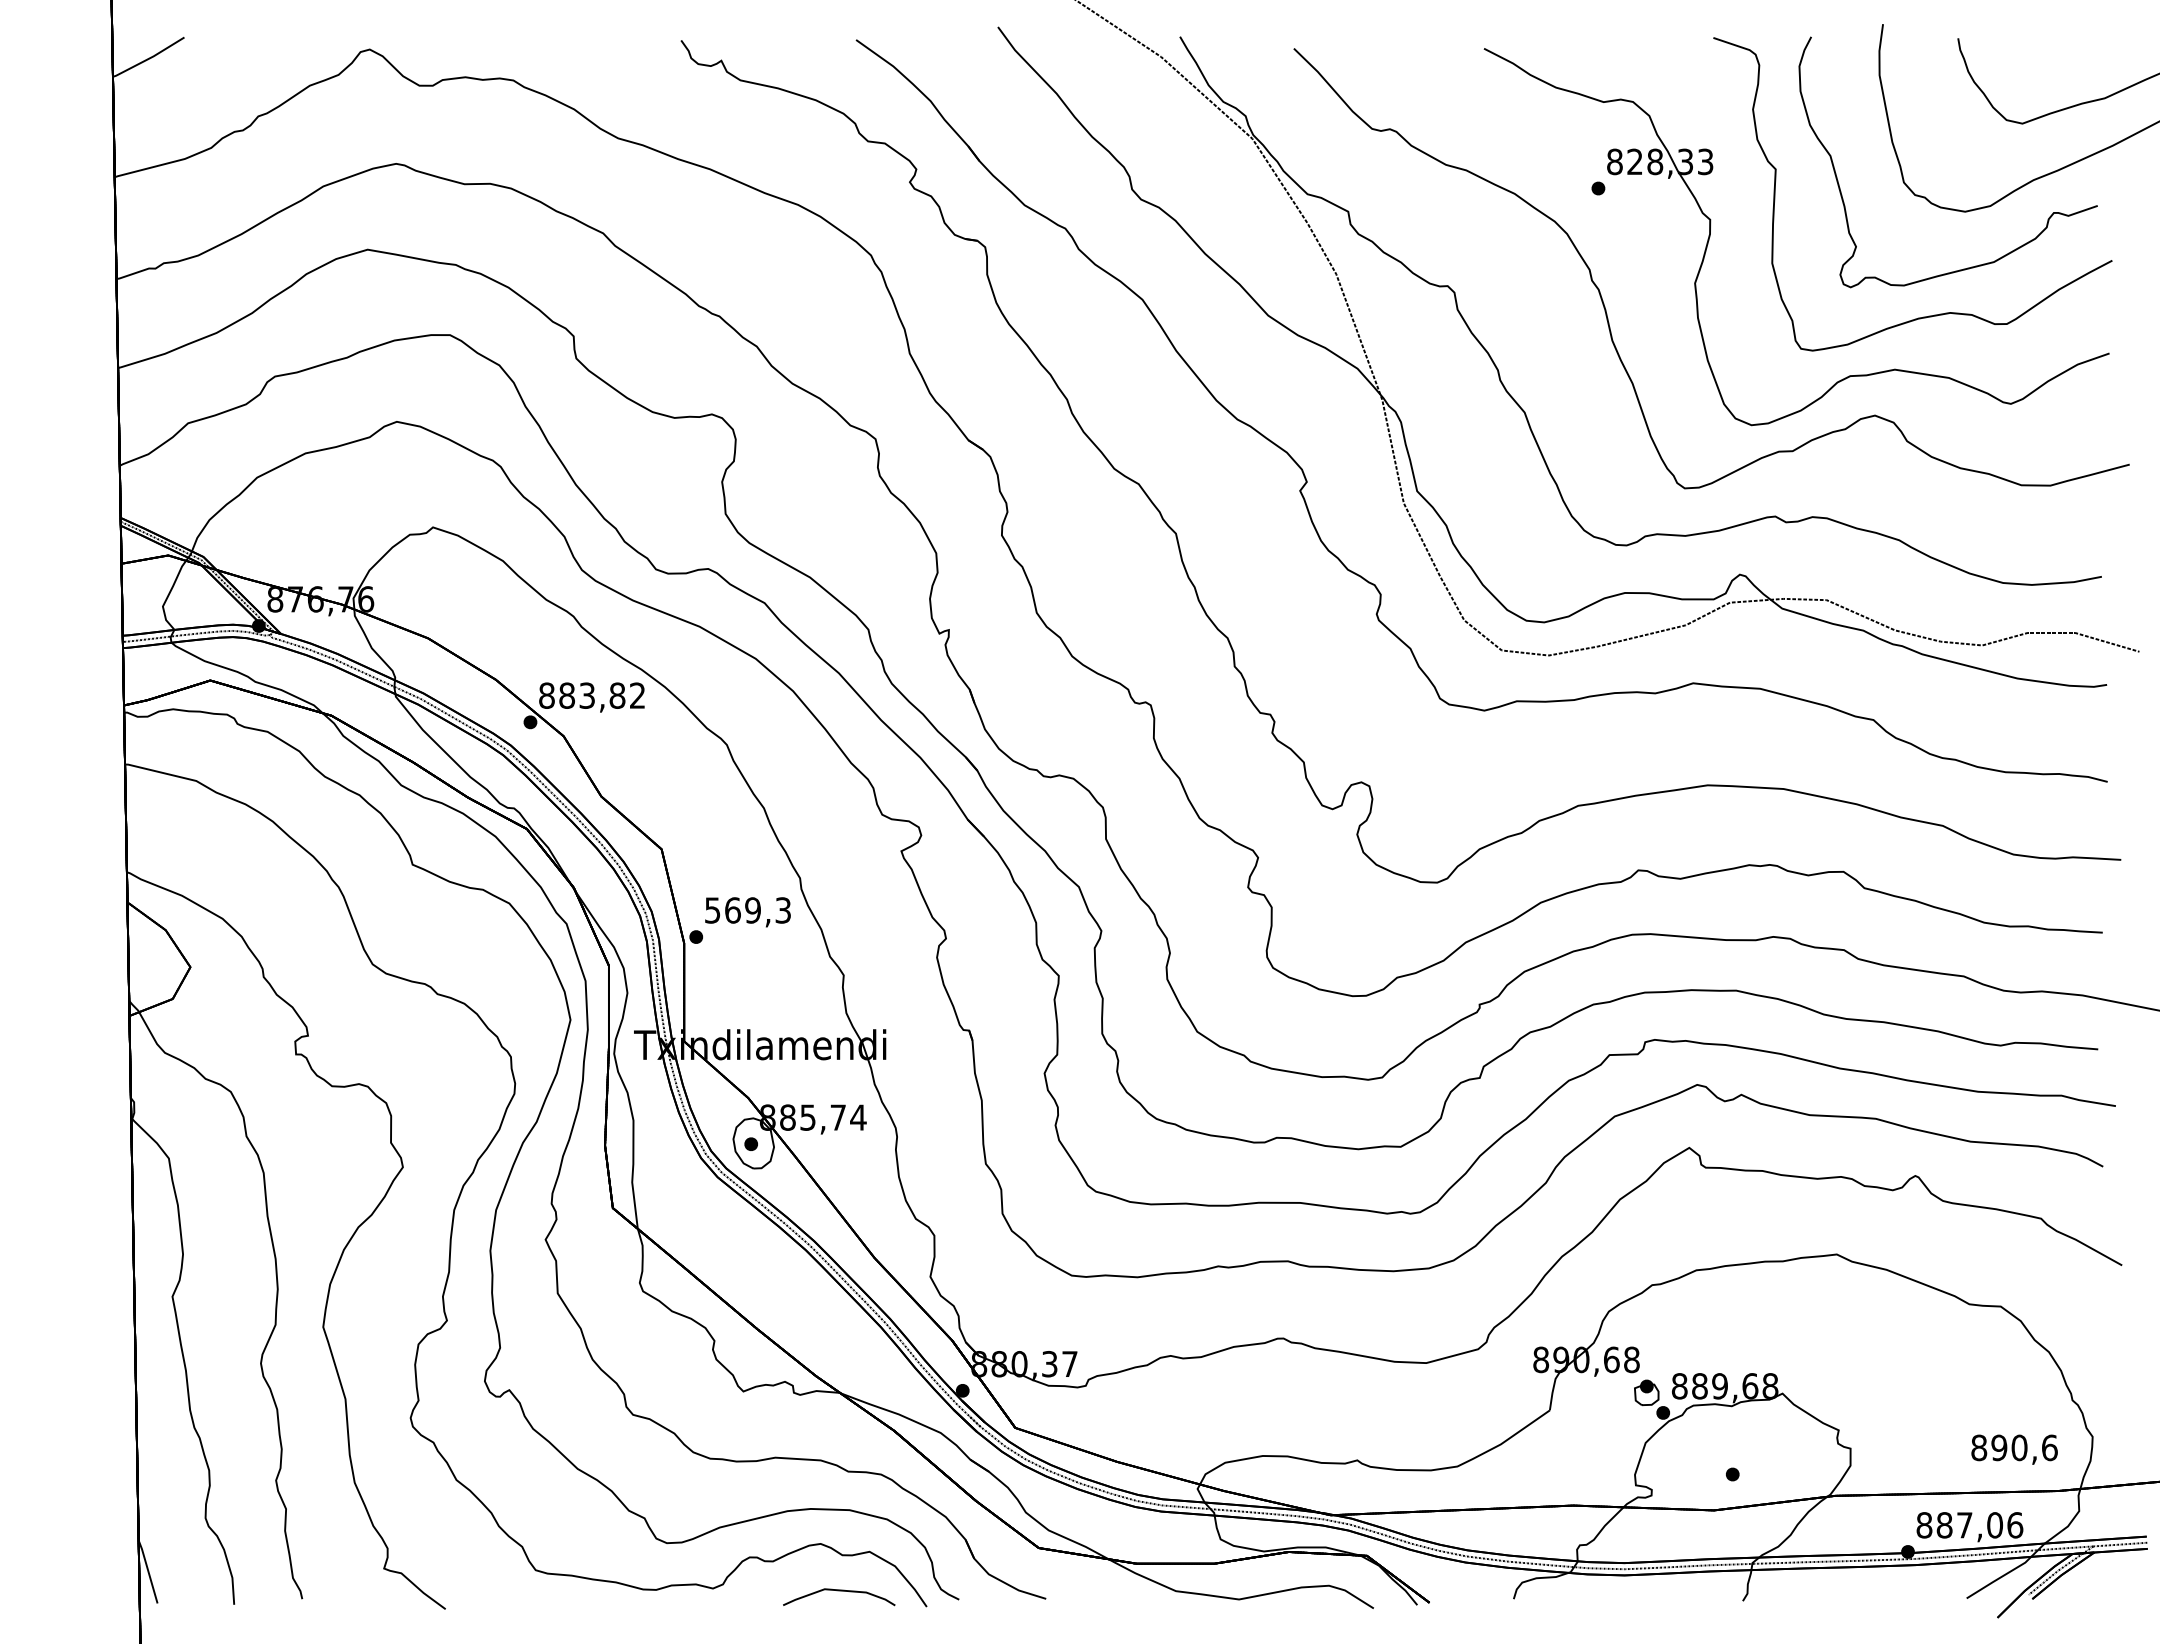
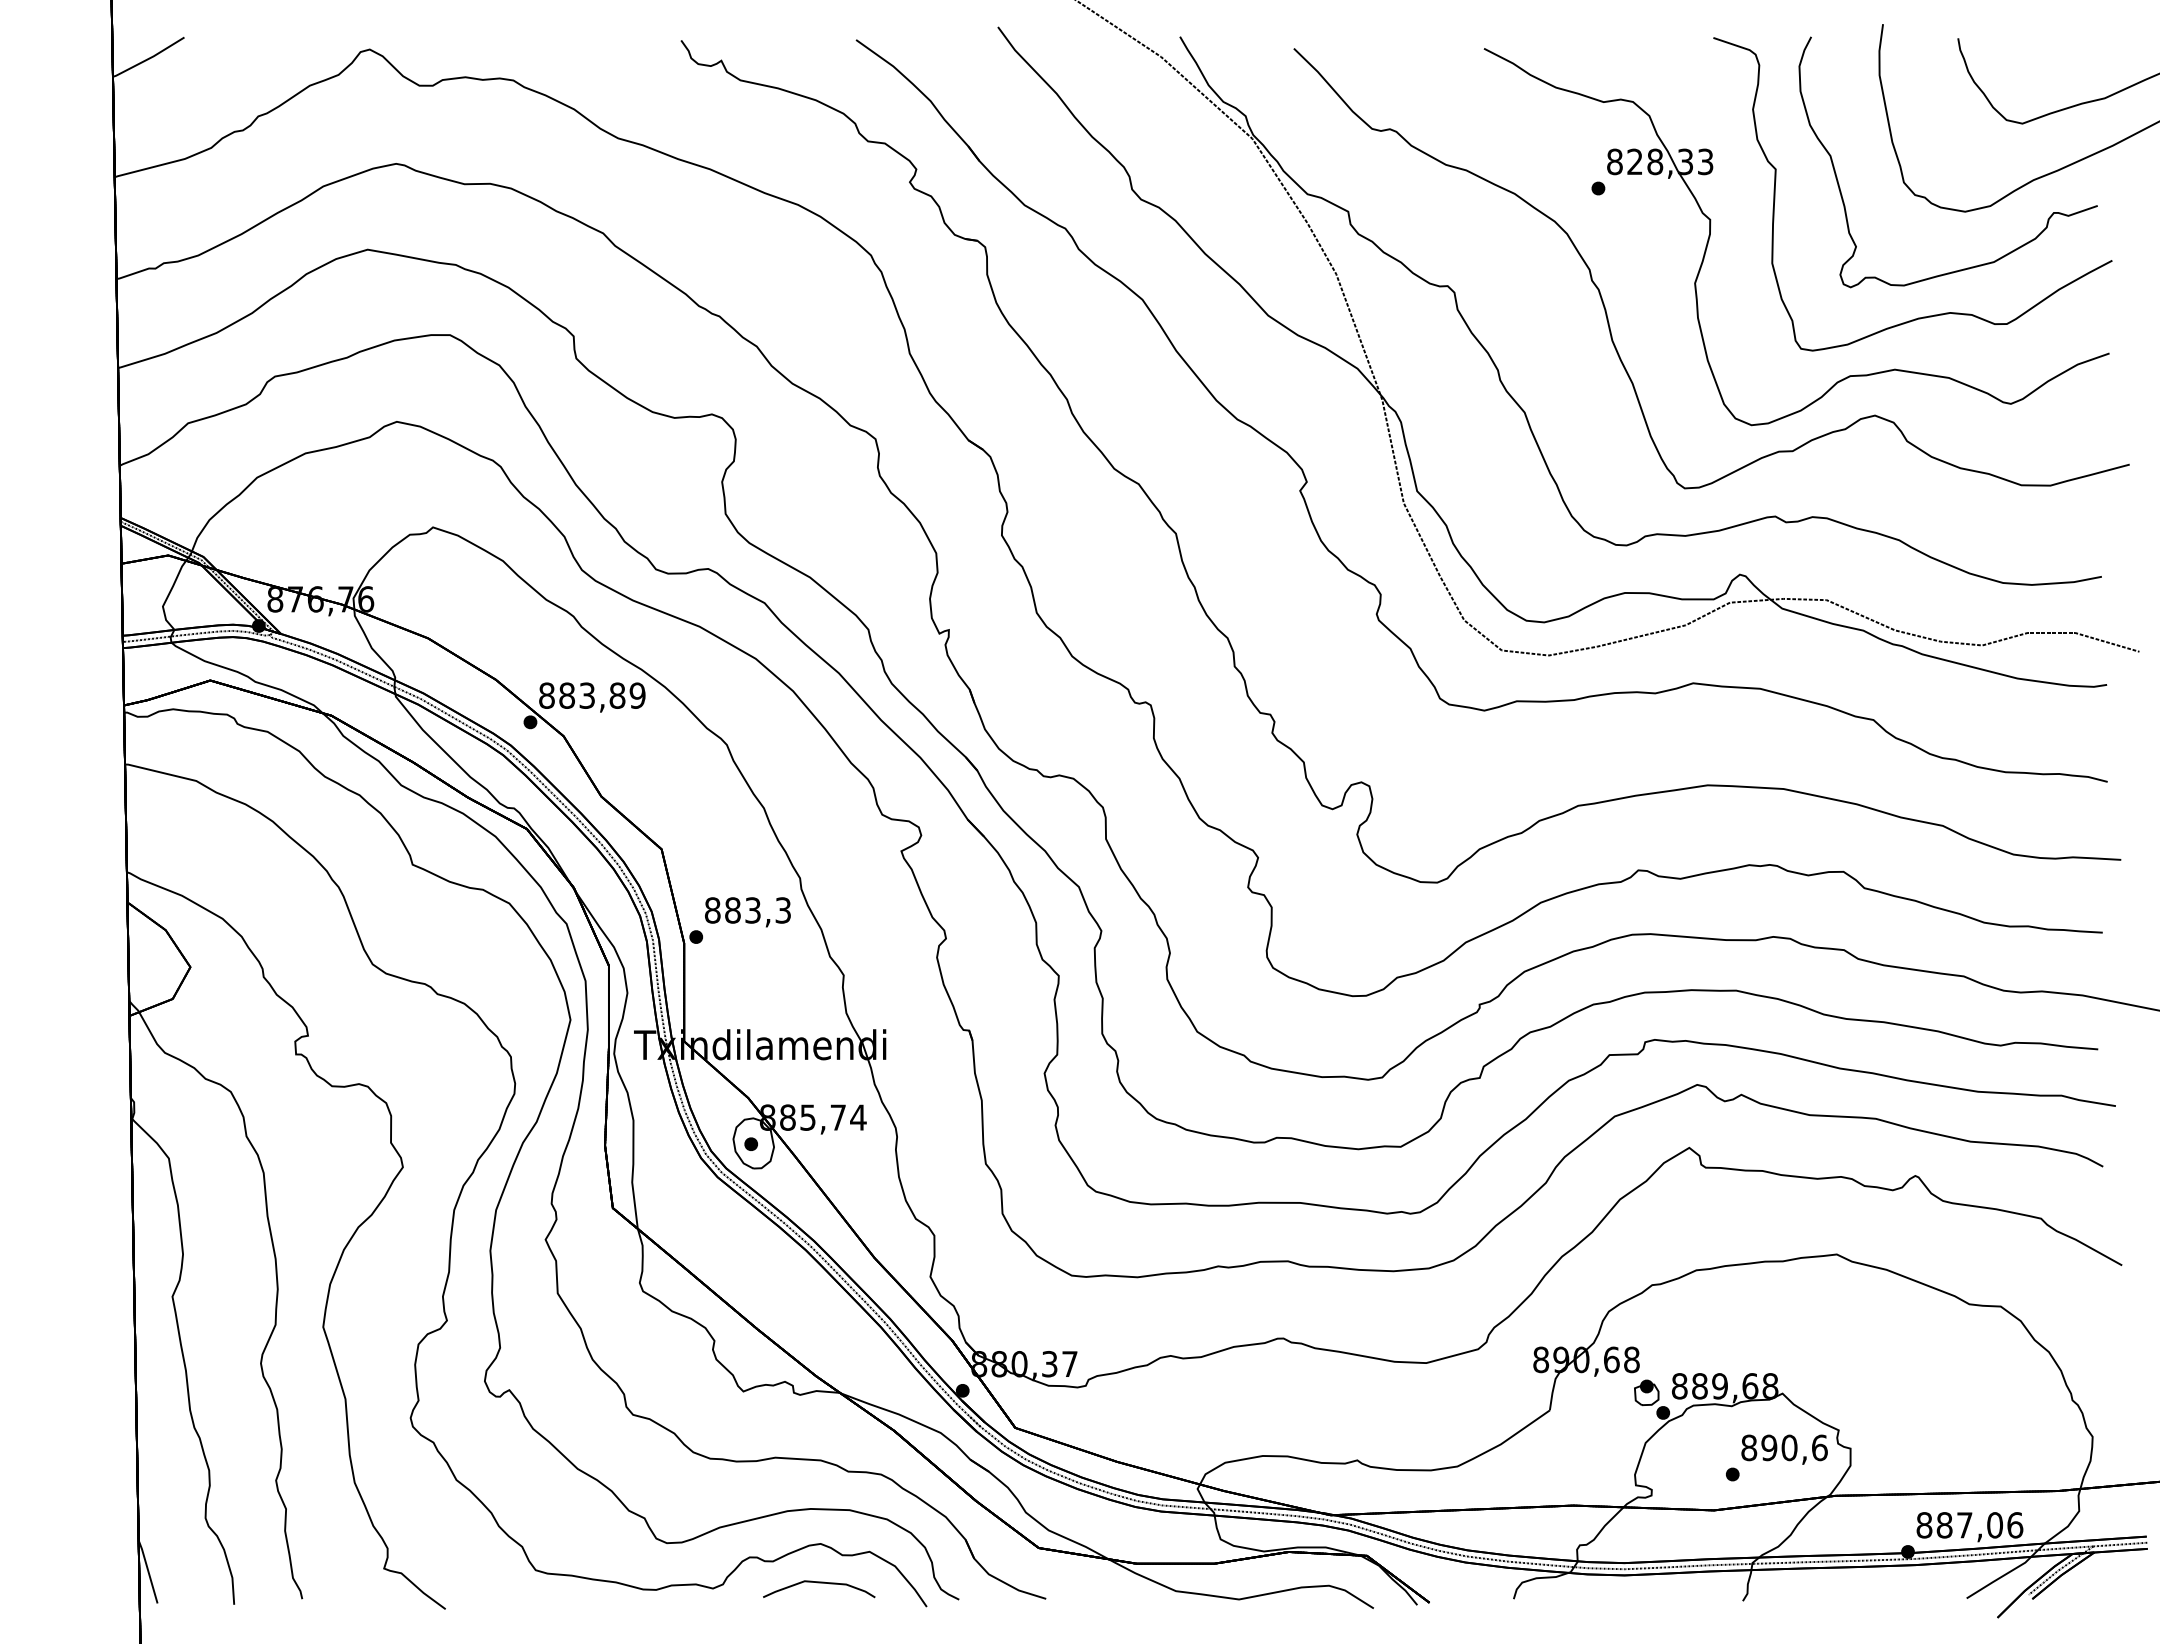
text at (637, 695): 883,82 -> 883,89
text at (732, 910): 569,3 -> 883,3
text at (2014, 1449) position: (2014, 1449) -> (1784, 1449)
curve at (839, 1591) position: (839, 1591) -> (819, 1583)
